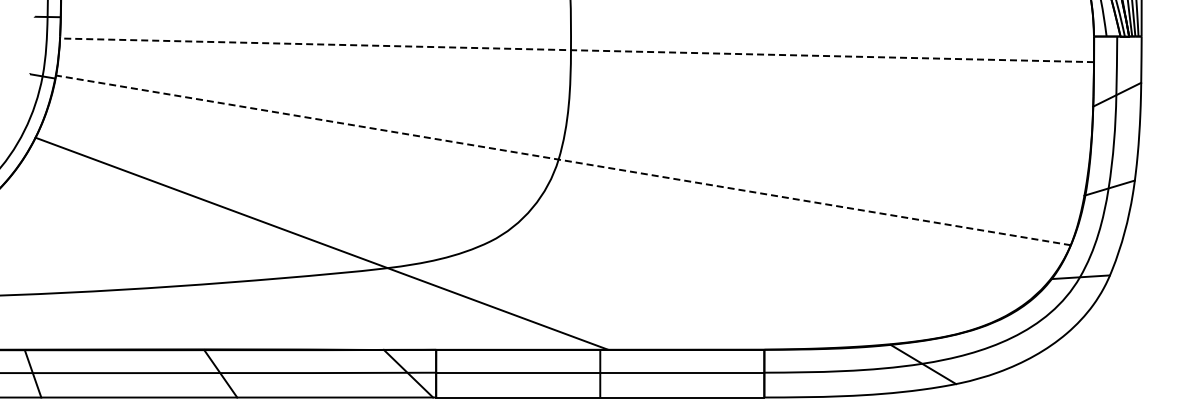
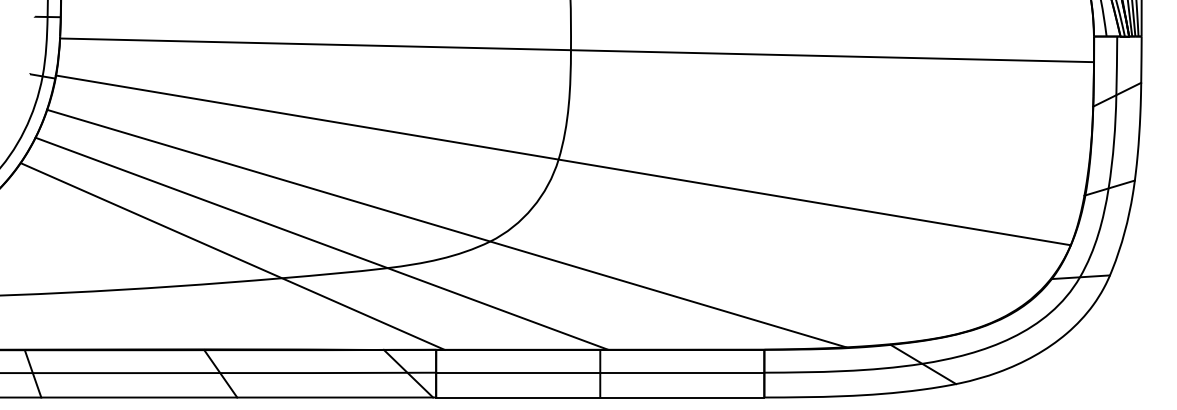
line at (576, 50): dashed -> solid
line at (563, 160): dashed -> solid
line at (446, 228): none -> present
line at (232, 256): none -> present
